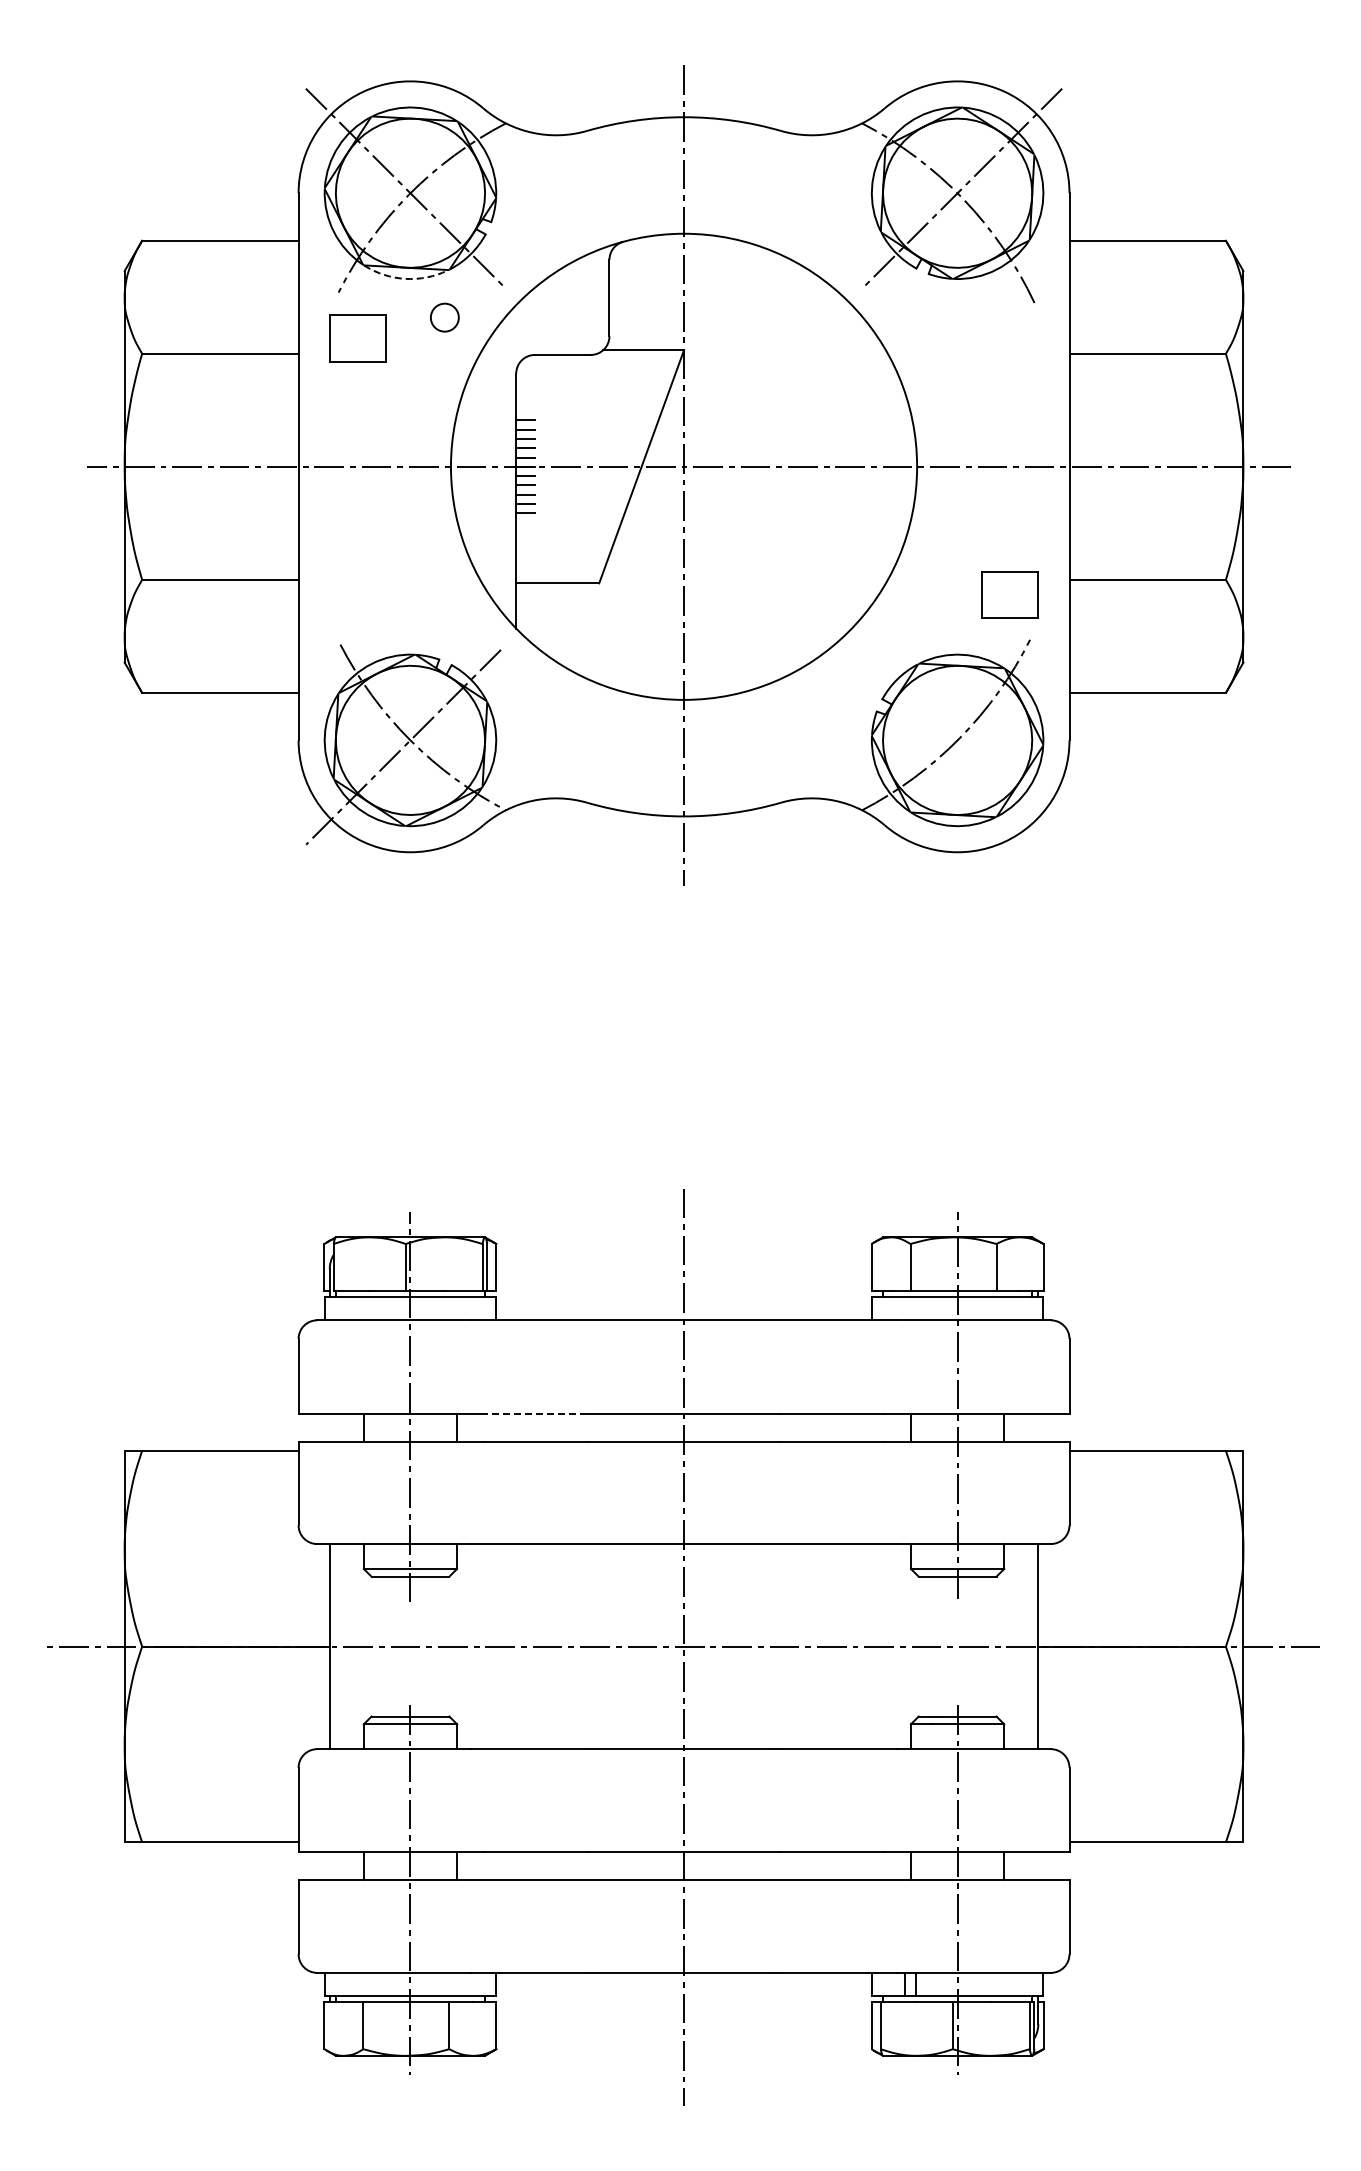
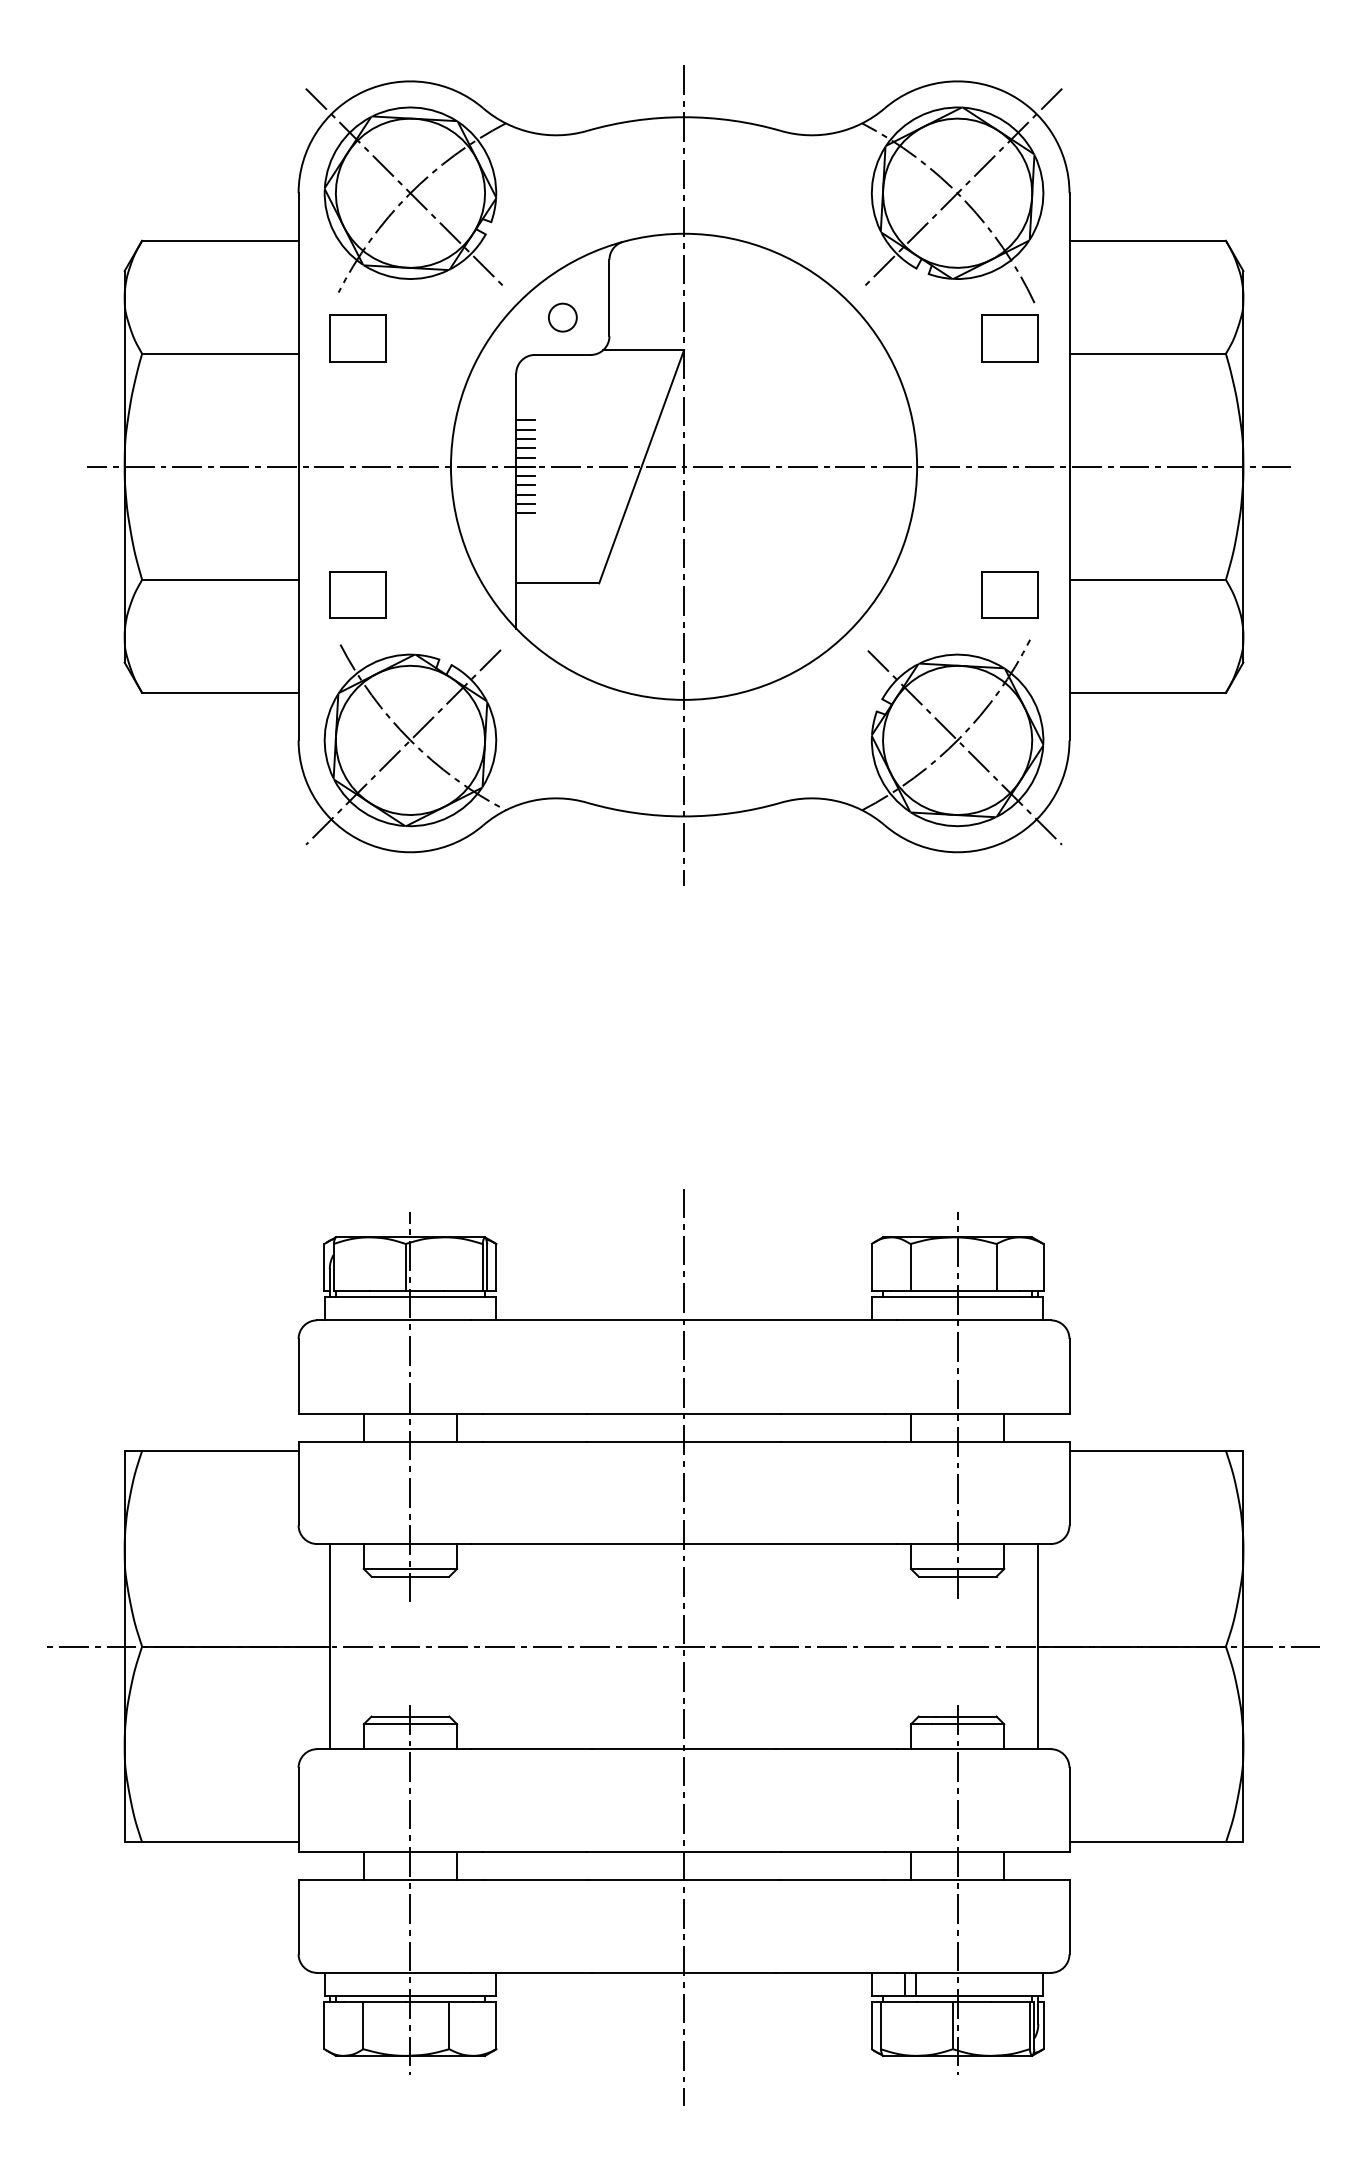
arc at (405, 278): dashed -> solid
circle at (444, 317) position: (444, 317) -> (562, 317)
part at (1009, 338): none -> present
part at (357, 594): none -> present
line at (964, 747): none -> present
line at (535, 1413): dashed -> solid
